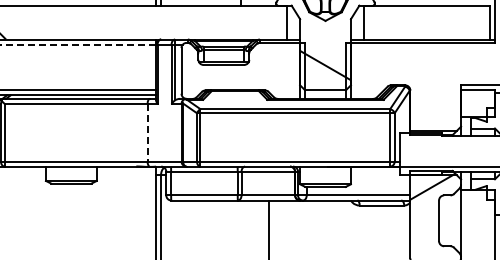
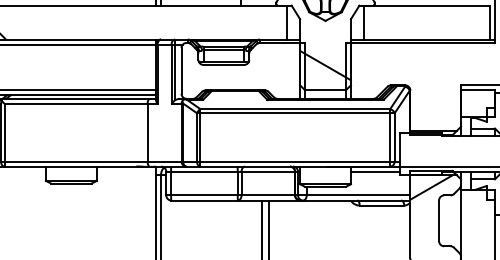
line at (78, 44): dashed -> solid
line at (147, 132): dashed -> solid
line at (375, 171): none -> present
line at (262, 228): none -> present
